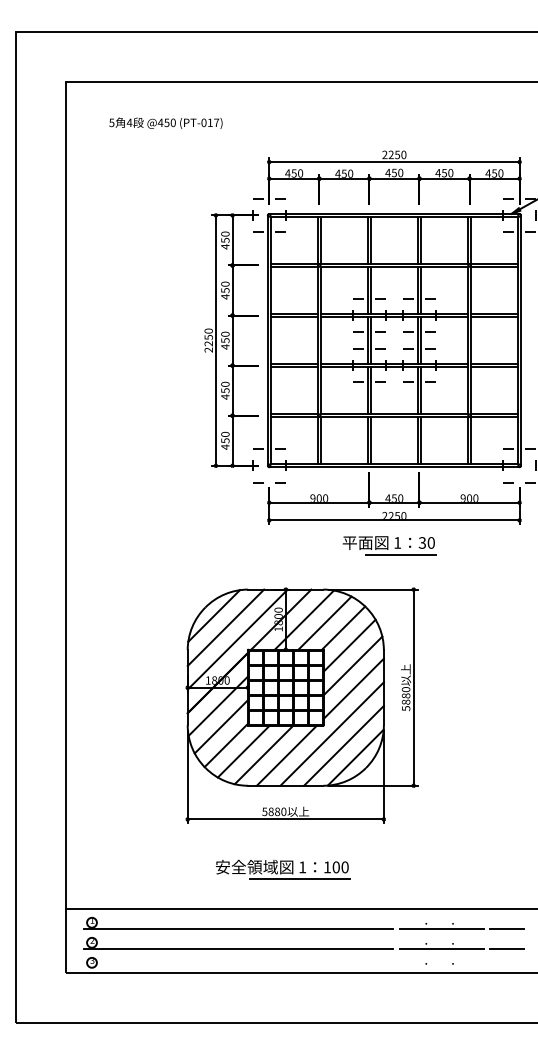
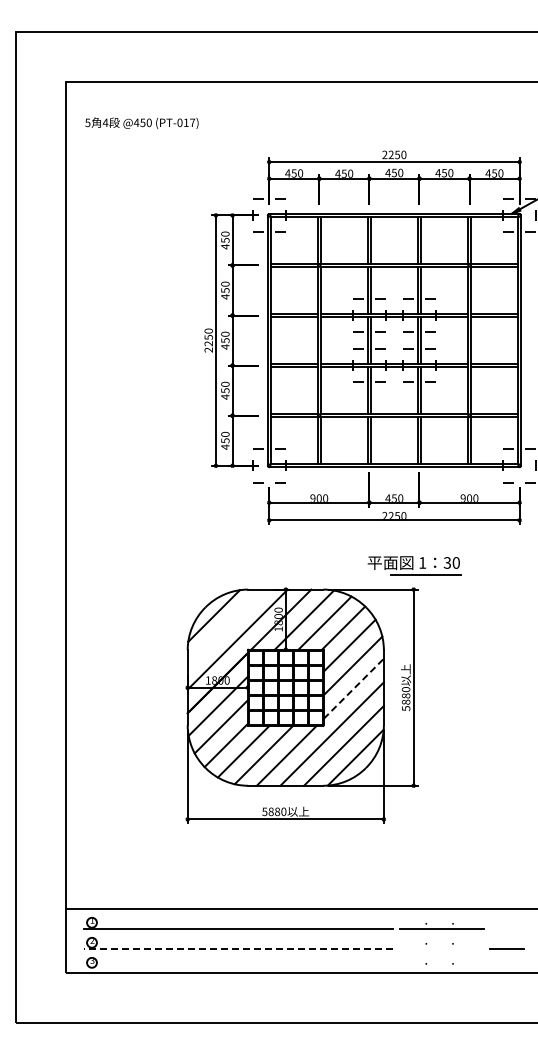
text at (165, 122) position: (165, 122) -> (141, 122)
part at (389, 545) position: (389, 545) -> (414, 565)
line at (225, 627): present -> none
line at (354, 688): solid -> dashed
part at (283, 869): present -> none
line at (506, 929): present -> none
line at (238, 949): solid -> dashed
line at (441, 949): present -> none
